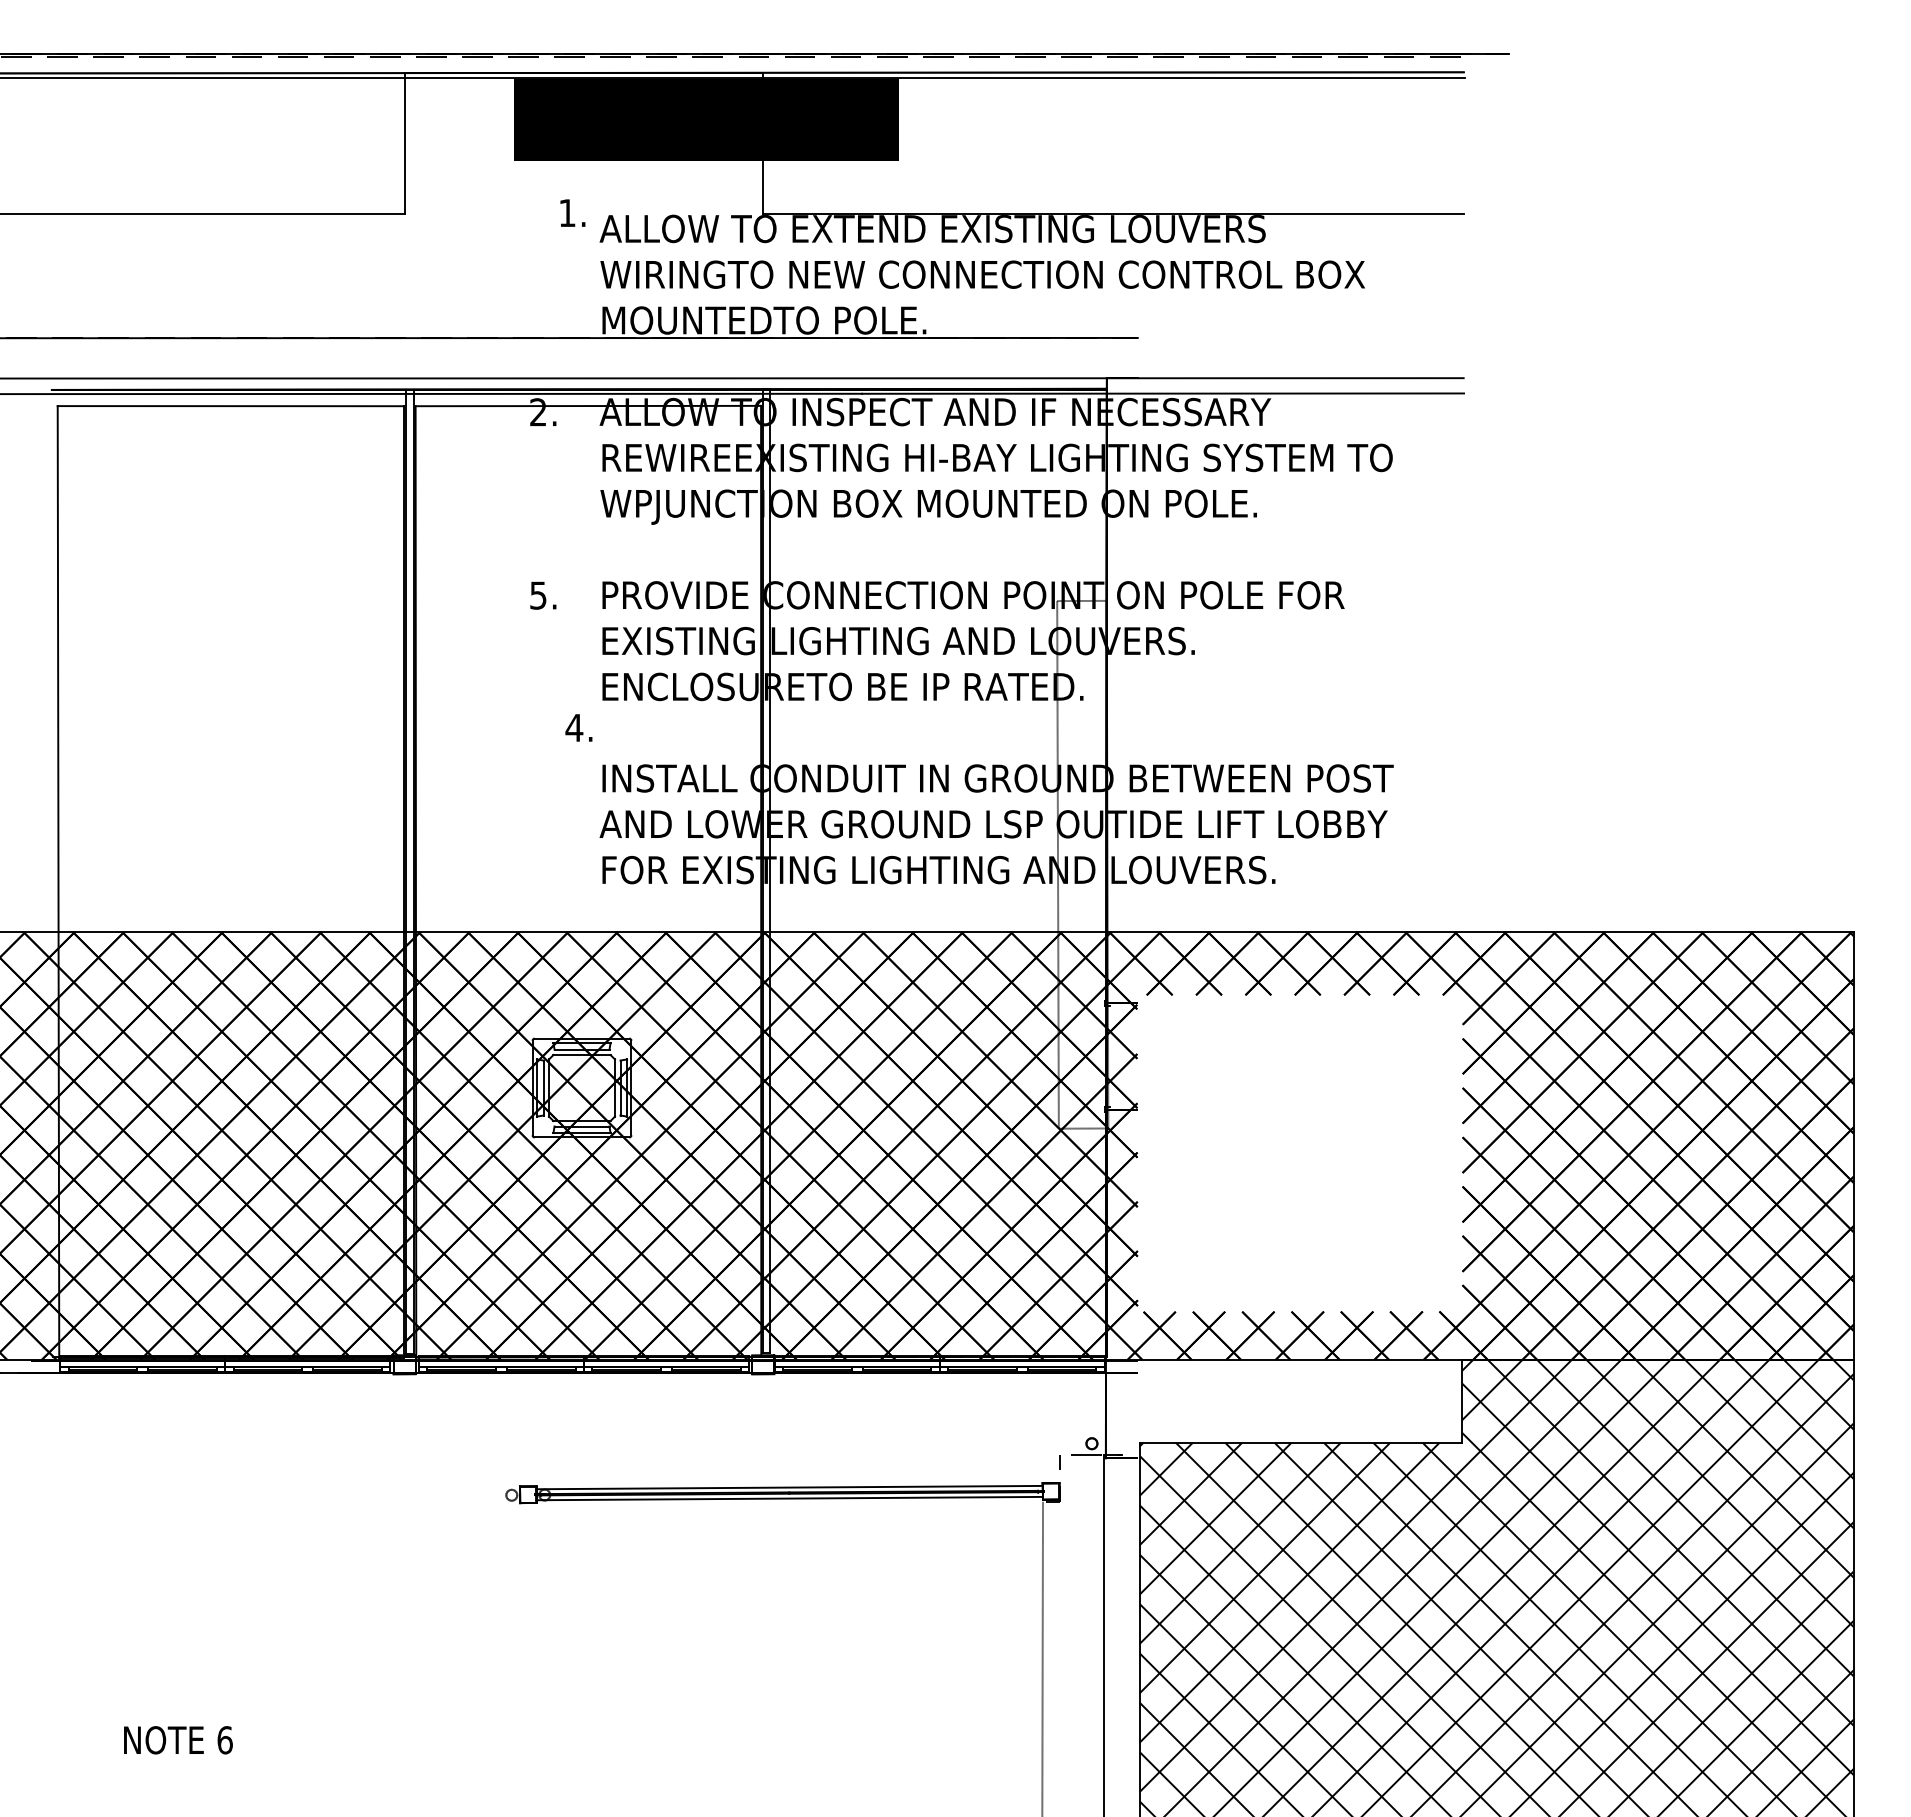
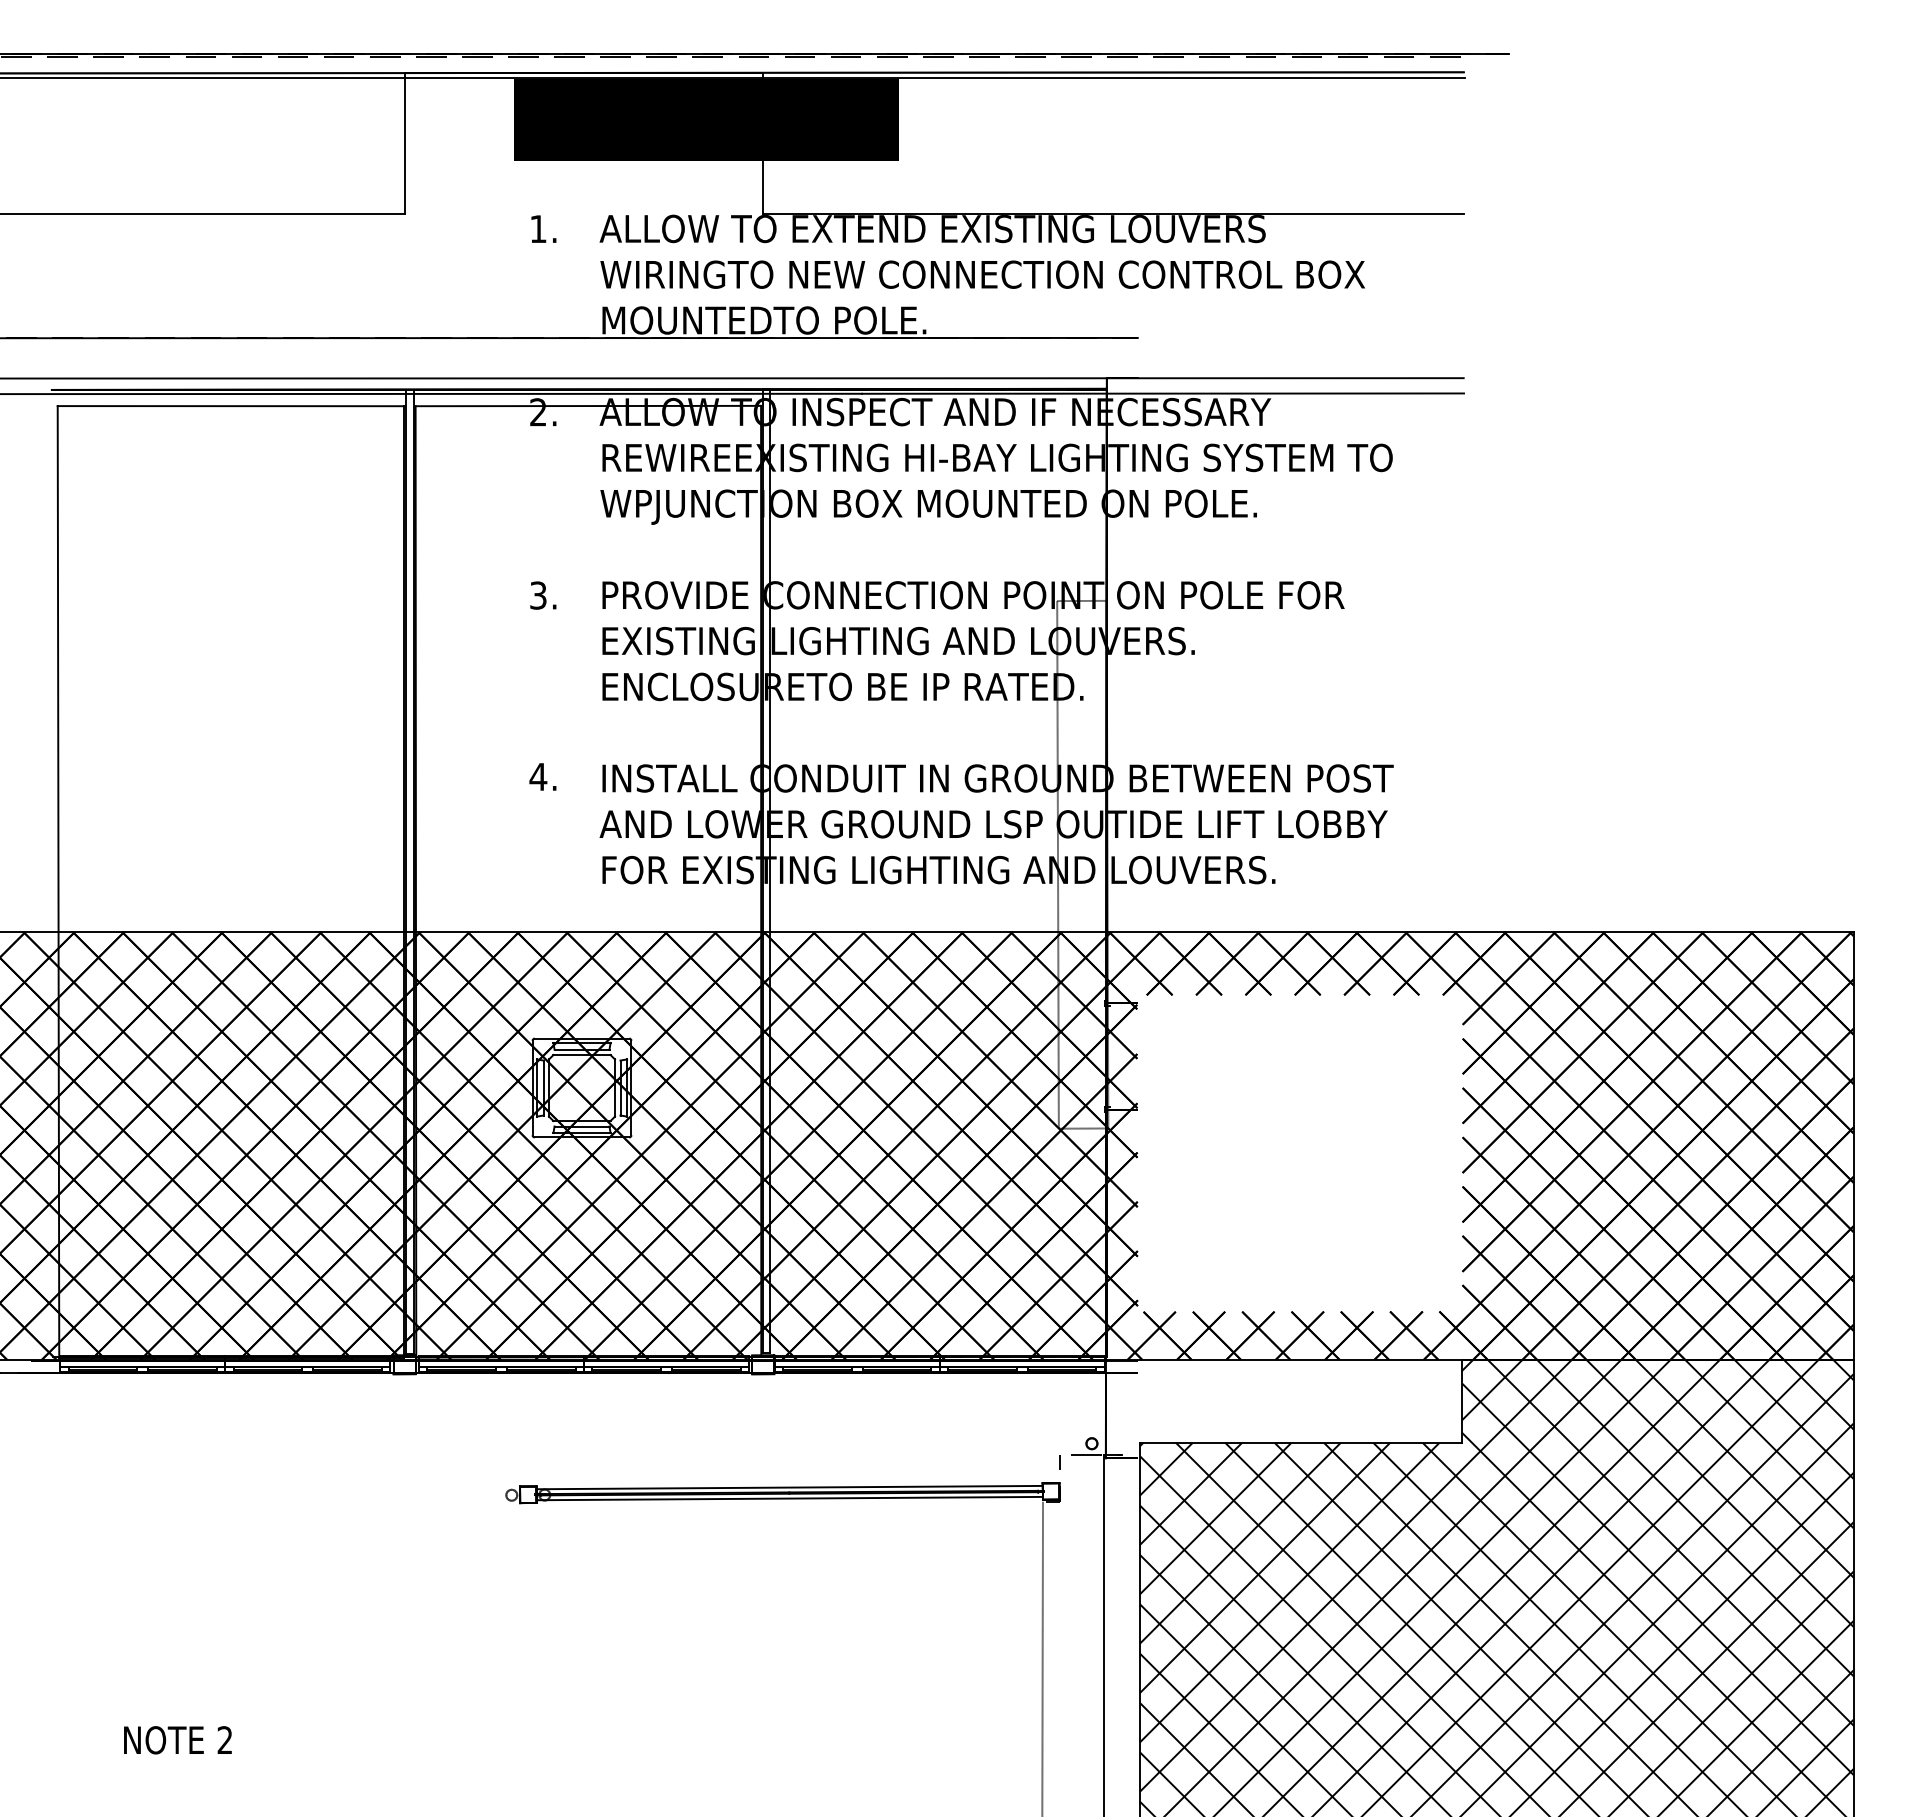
text at (572, 212) position: (572, 212) -> (543, 228)
text at (538, 595): 5. -> 3.
text at (578, 727) position: (578, 727) -> (542, 776)
text at (224, 1740): 6 -> 2
